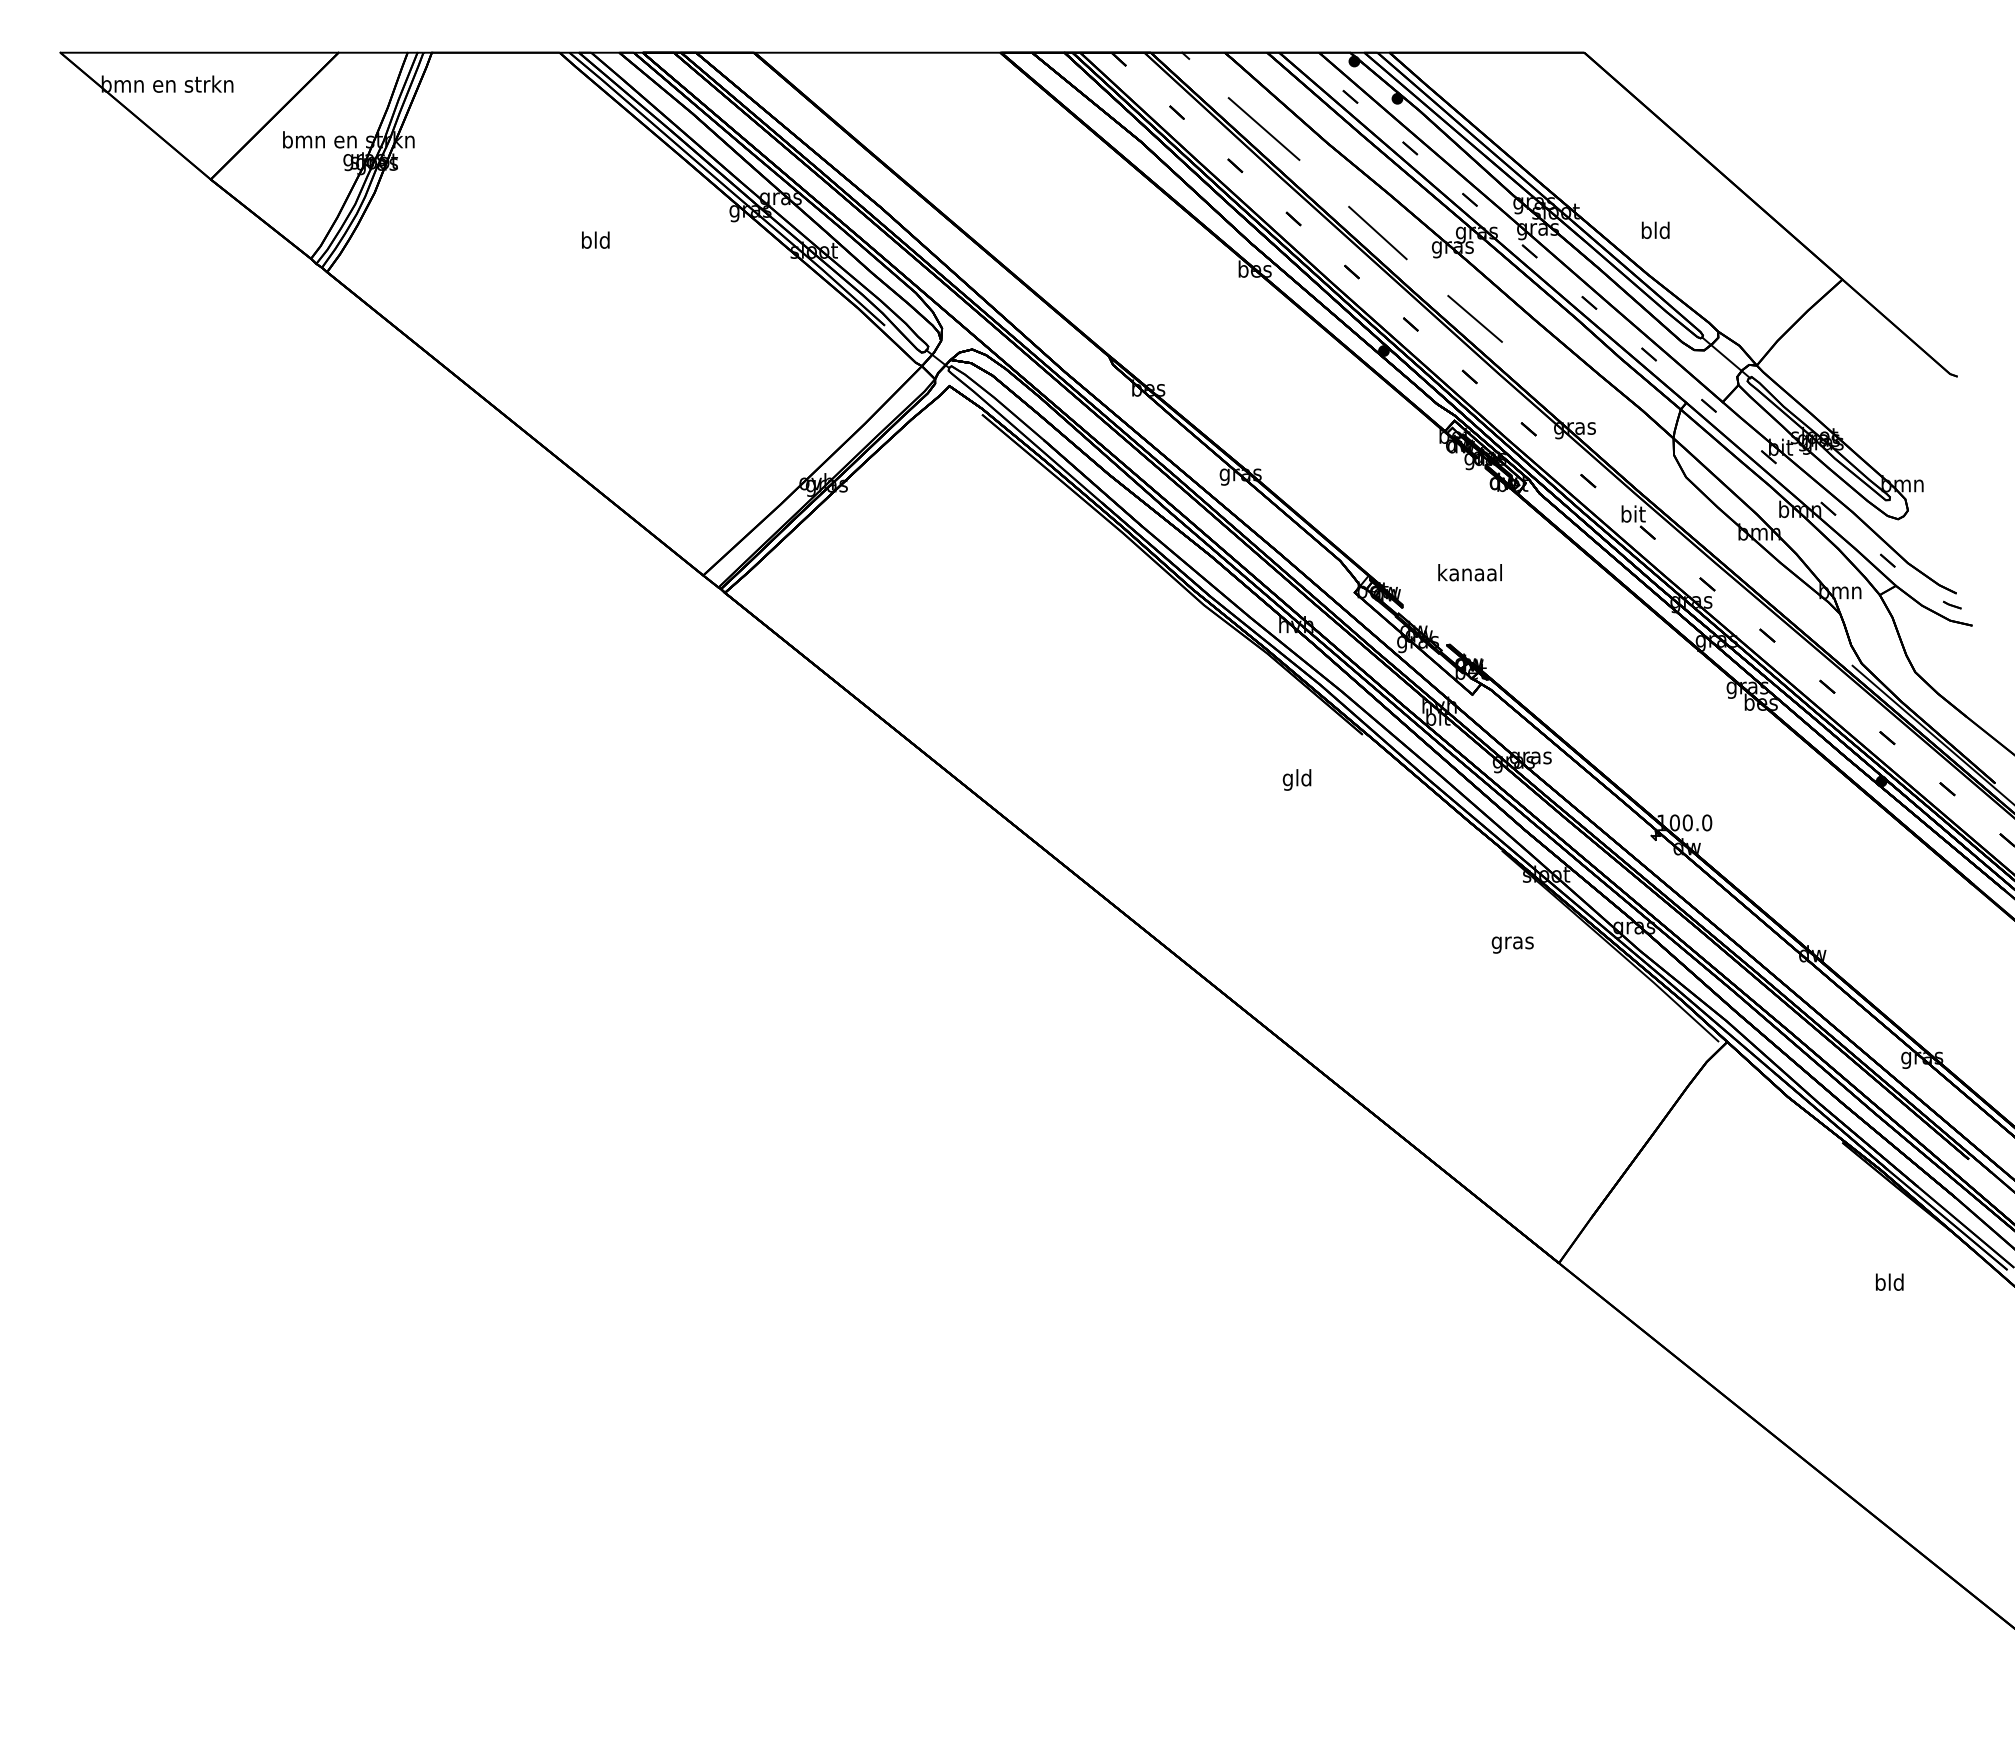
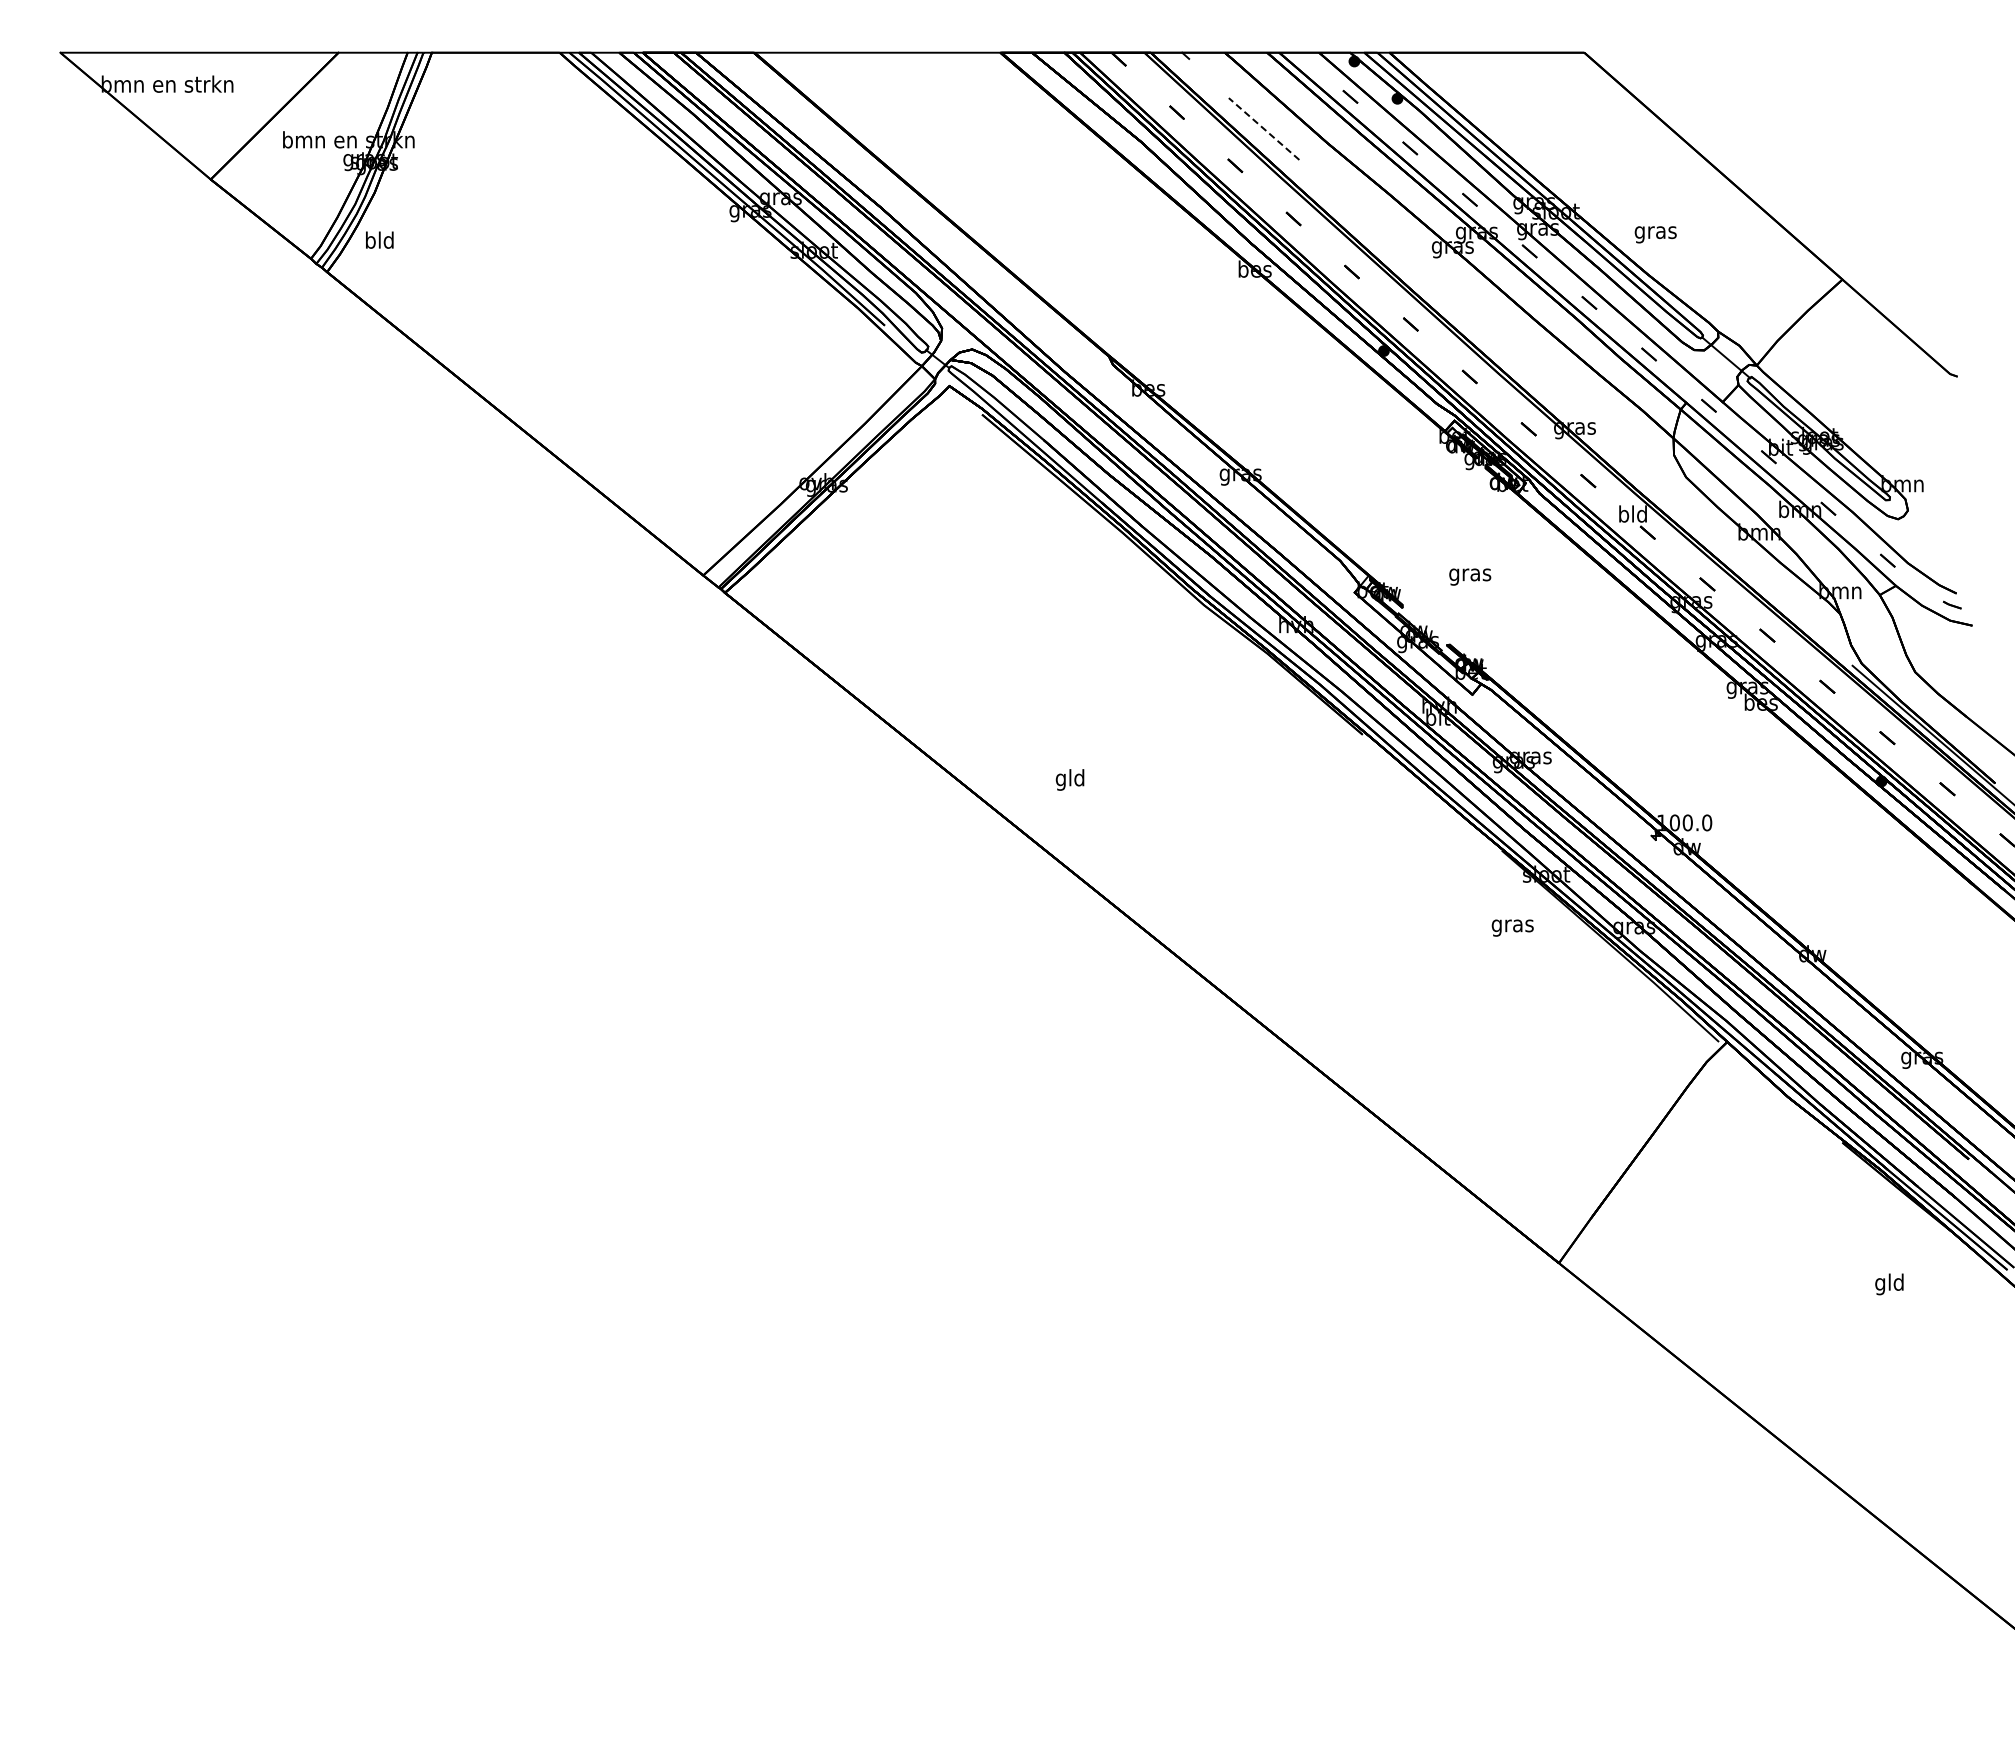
line at (1264, 129): solid -> dashed
line at (1377, 232): present -> none
text at (1655, 232): bld -> gras
text at (595, 239) position: (595, 239) -> (379, 239)
line at (1474, 318): present -> none
text at (1632, 513): bit -> bld
text at (1469, 574): kanaal -> gras
text at (1296, 779) position: (1296, 779) -> (1069, 779)
text at (1512, 944) position: (1512, 944) -> (1512, 927)
text at (1880, 1284): bld -> gld
